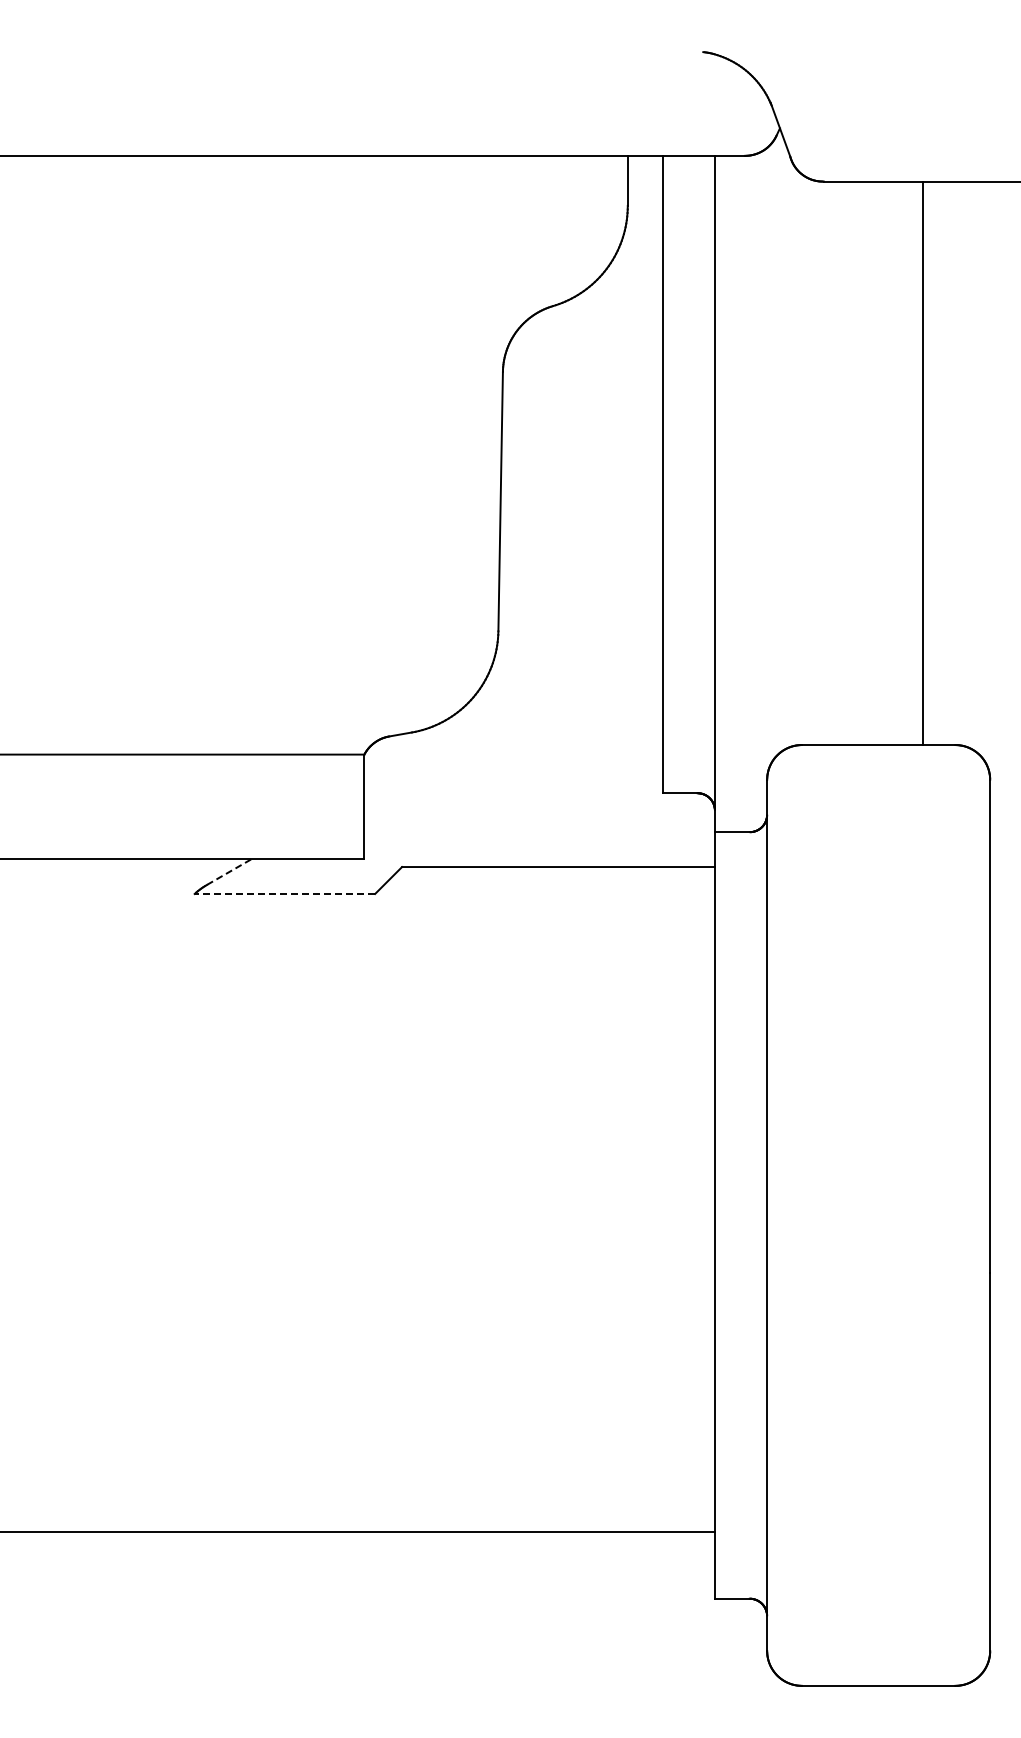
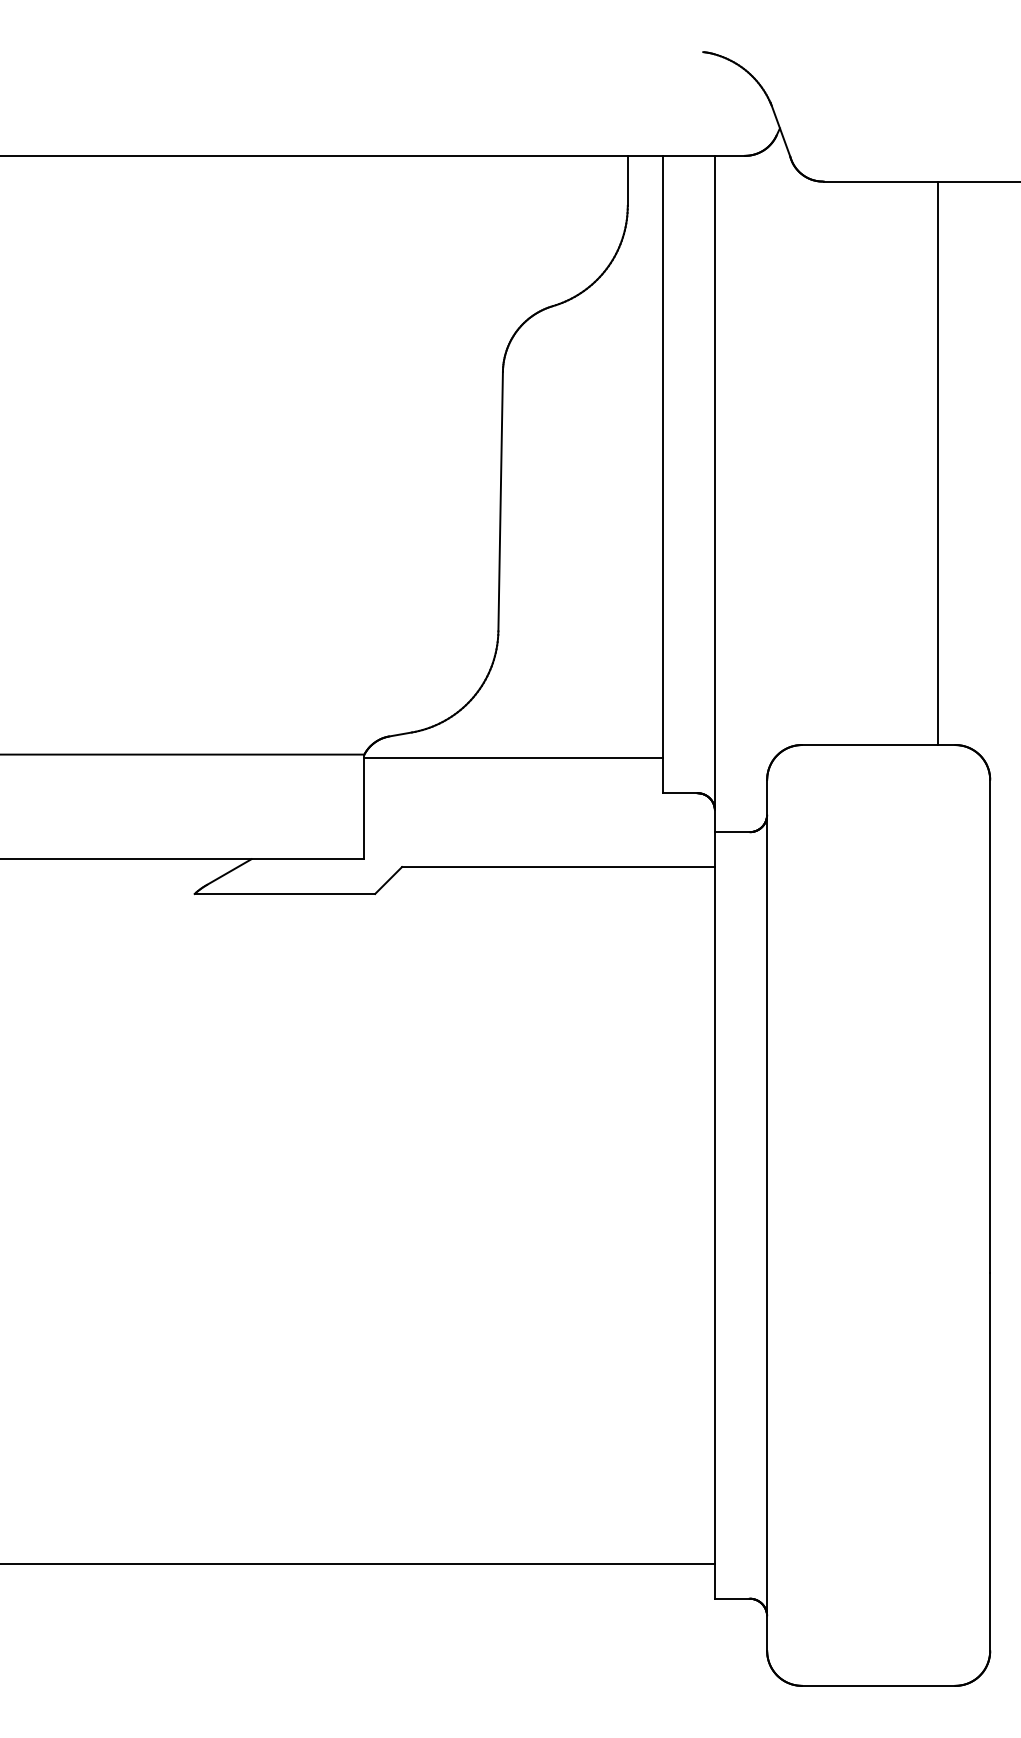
line at (922, 463) position: (922, 463) -> (937, 463)
line at (513, 758): none -> present
line at (229, 872): dashed -> solid
line at (284, 893): dashed -> solid
line at (358, 1531) position: (358, 1531) -> (358, 1563)
